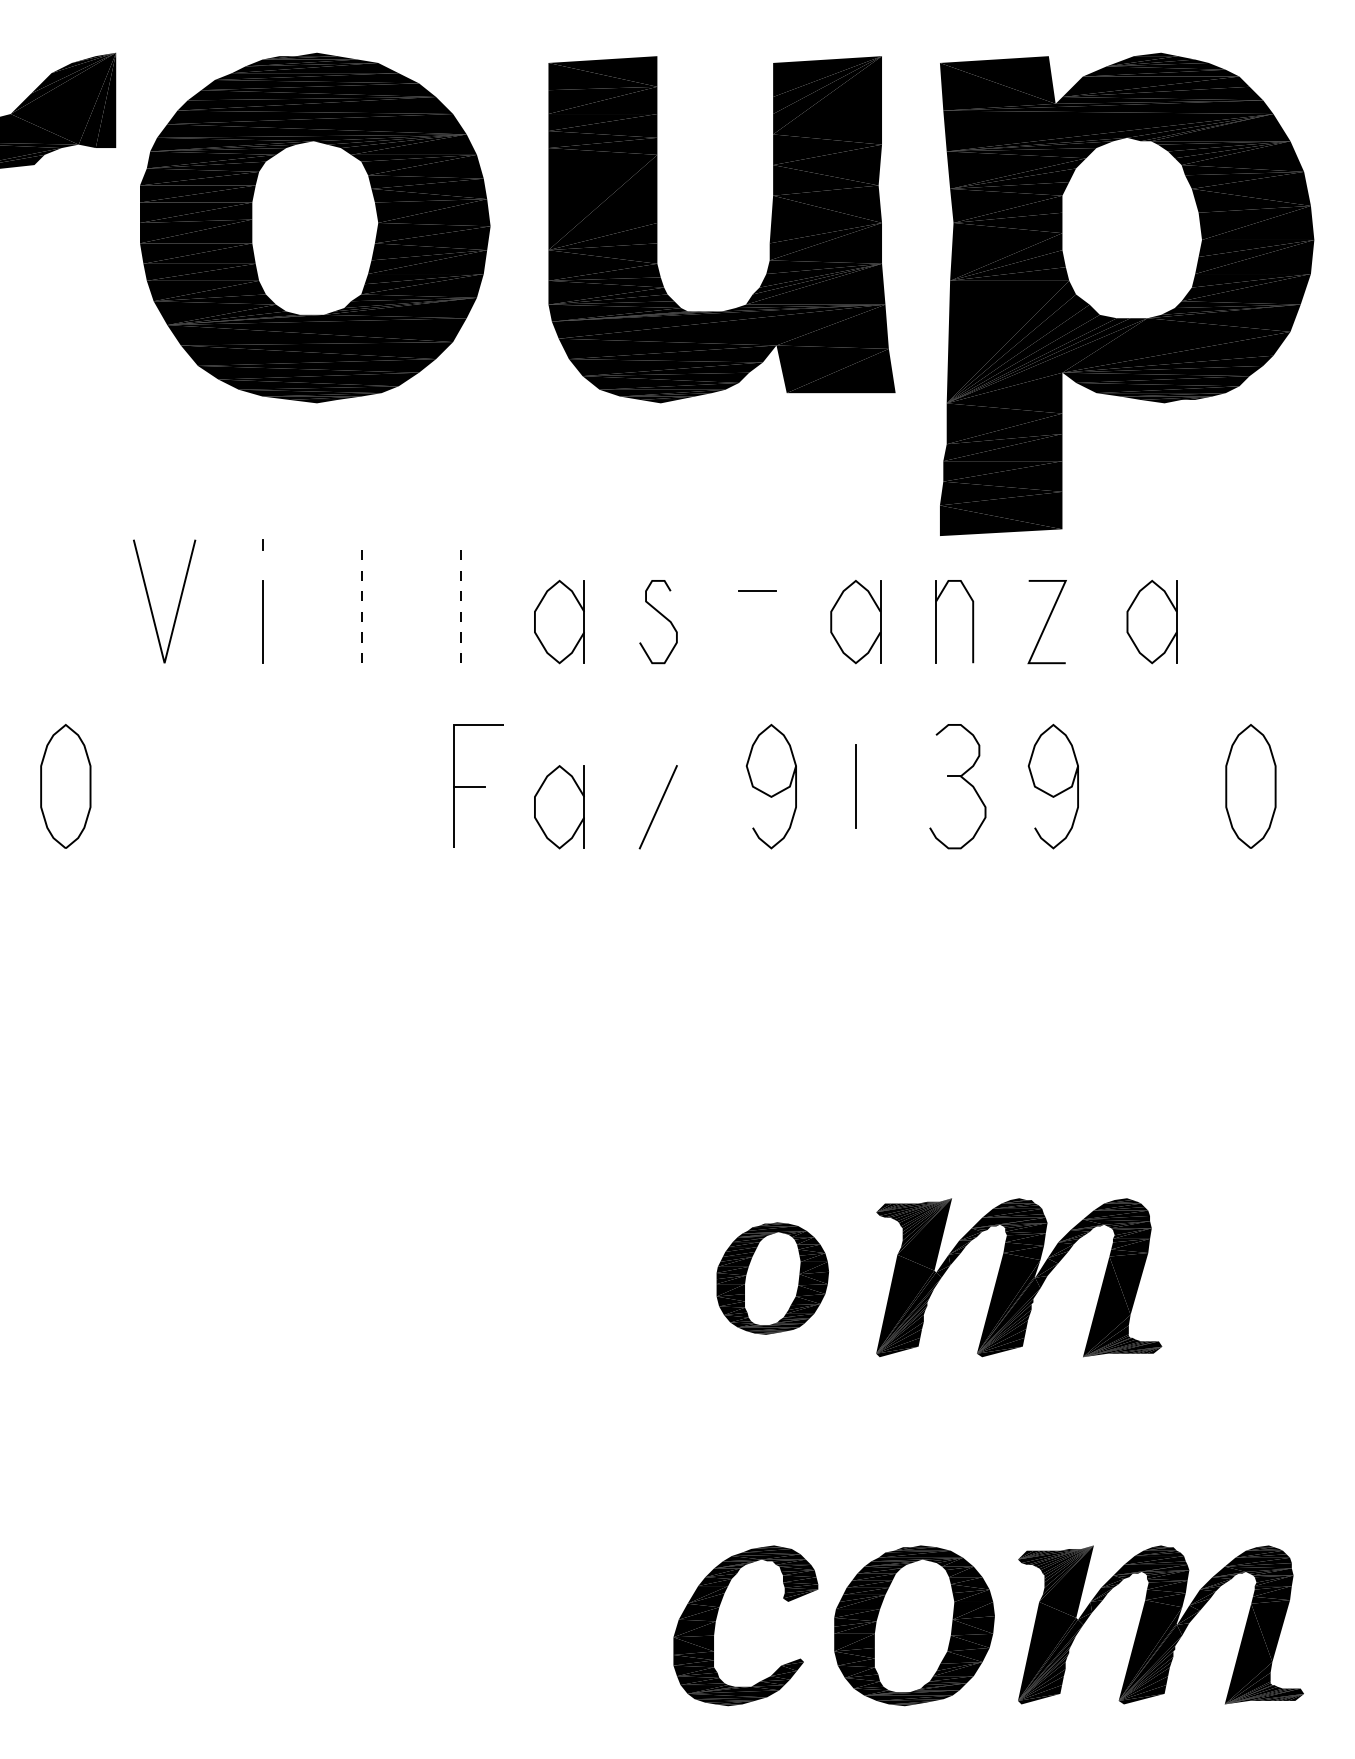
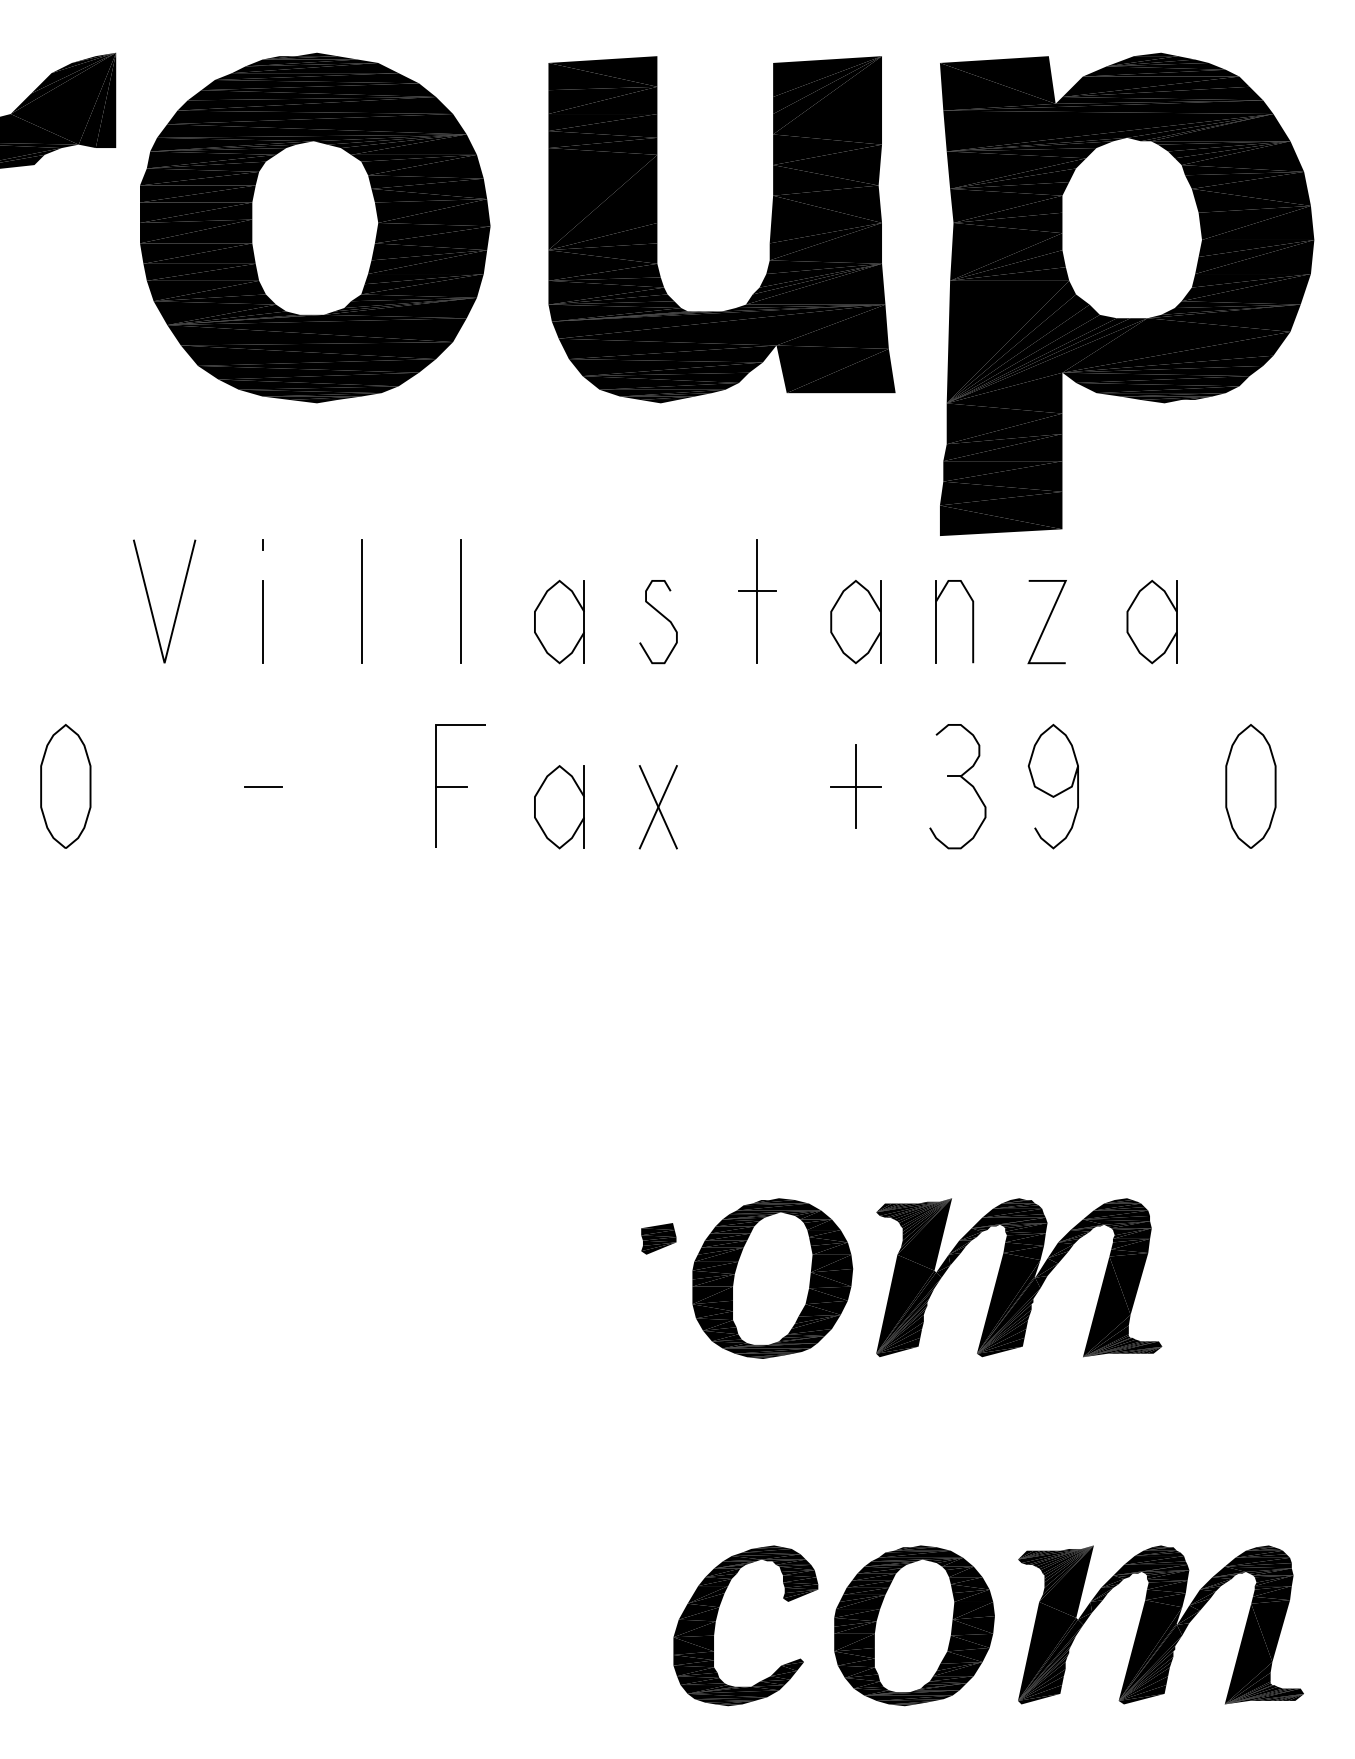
line at (362, 601): dashed -> solid
line at (460, 601): dashed -> solid
line at (757, 601): none -> present
part at (478, 785) position: (478, 785) -> (460, 785)
line at (262, 786): none -> present
line at (855, 786): none -> present
curve at (767, 793): present -> none
line at (657, 807): none -> present
part at (658, 1238): none -> present
part at (772, 1278) size: 113x113 px -> 162x161 px
